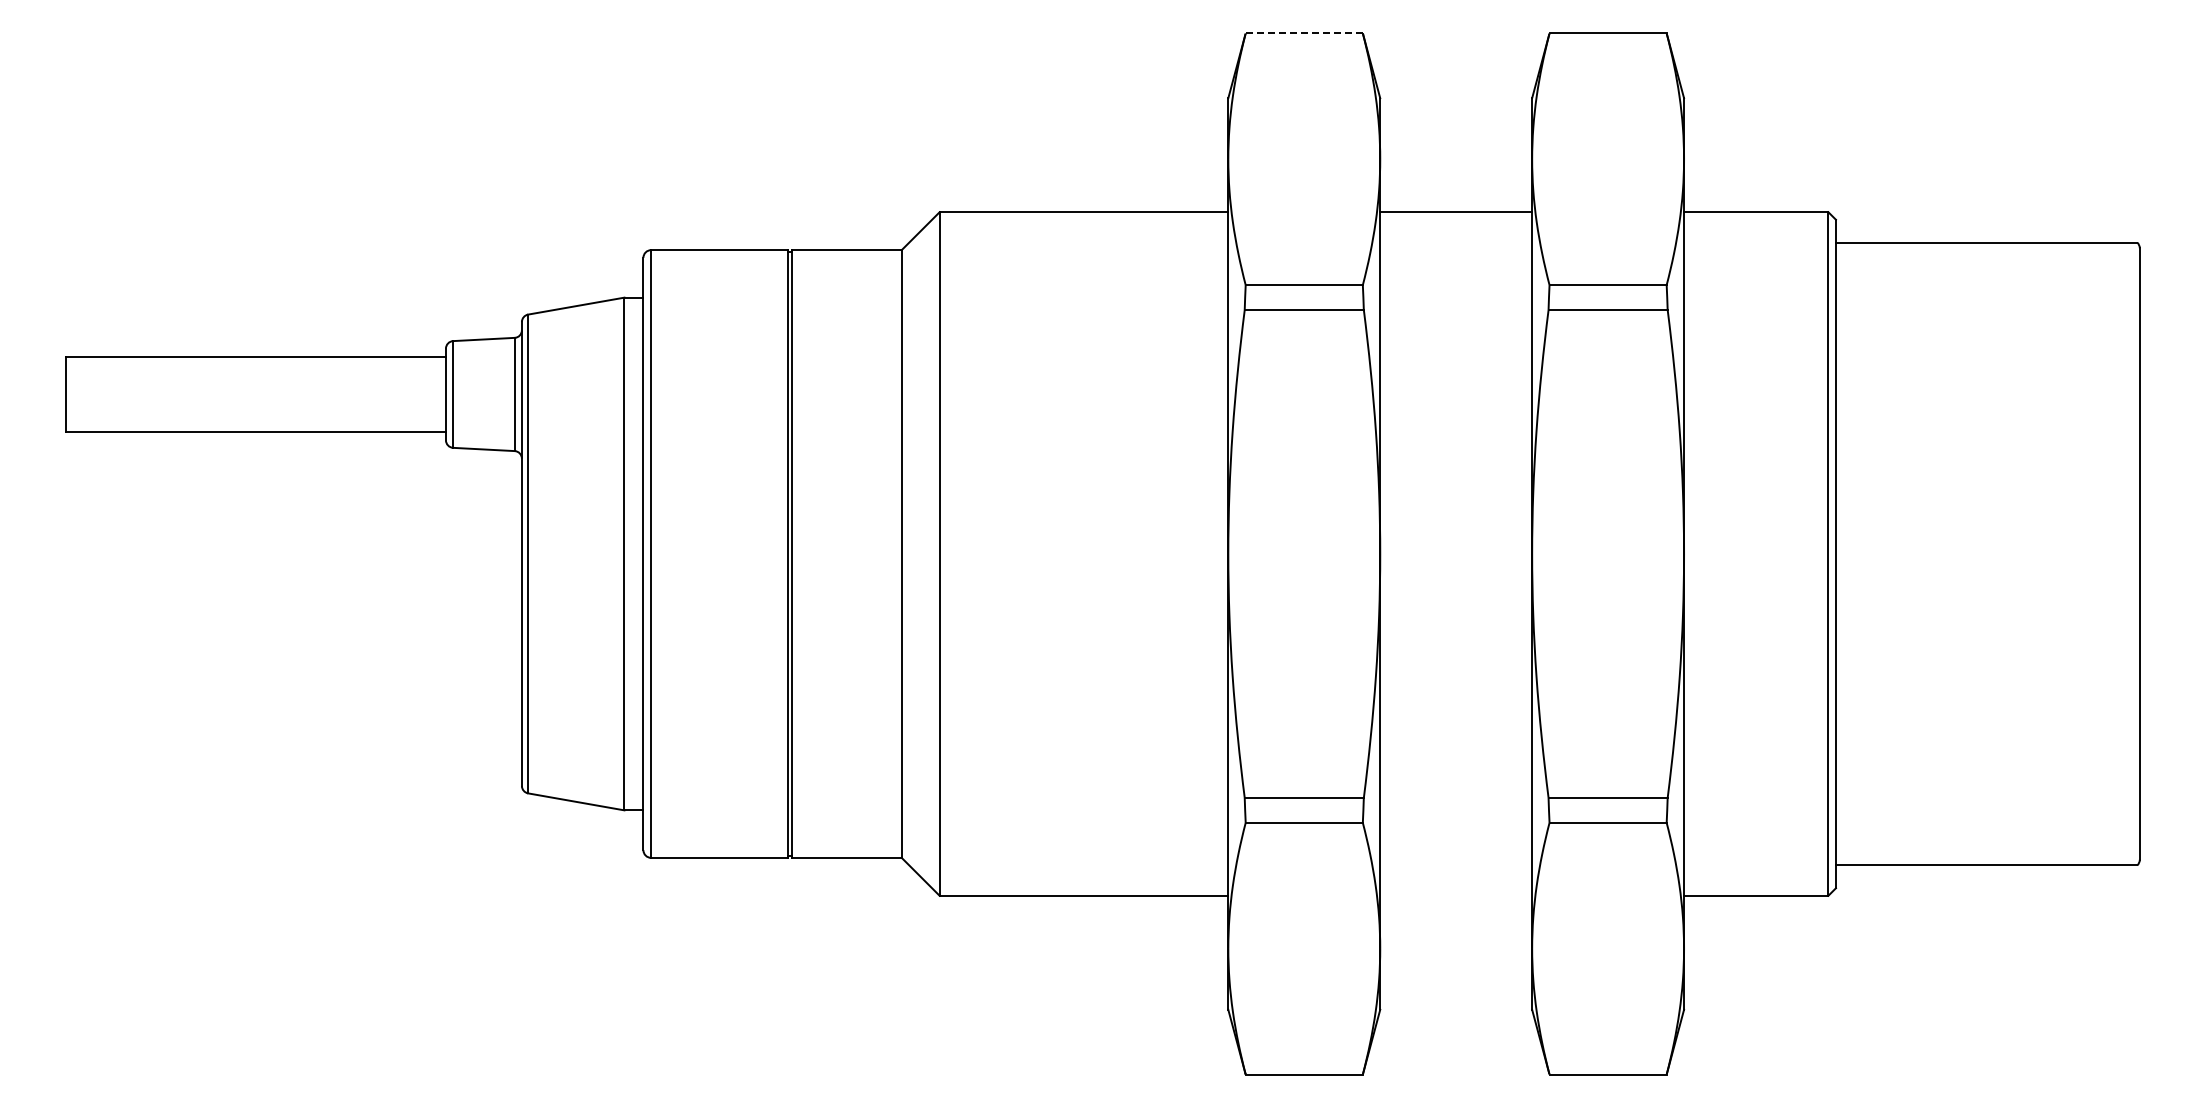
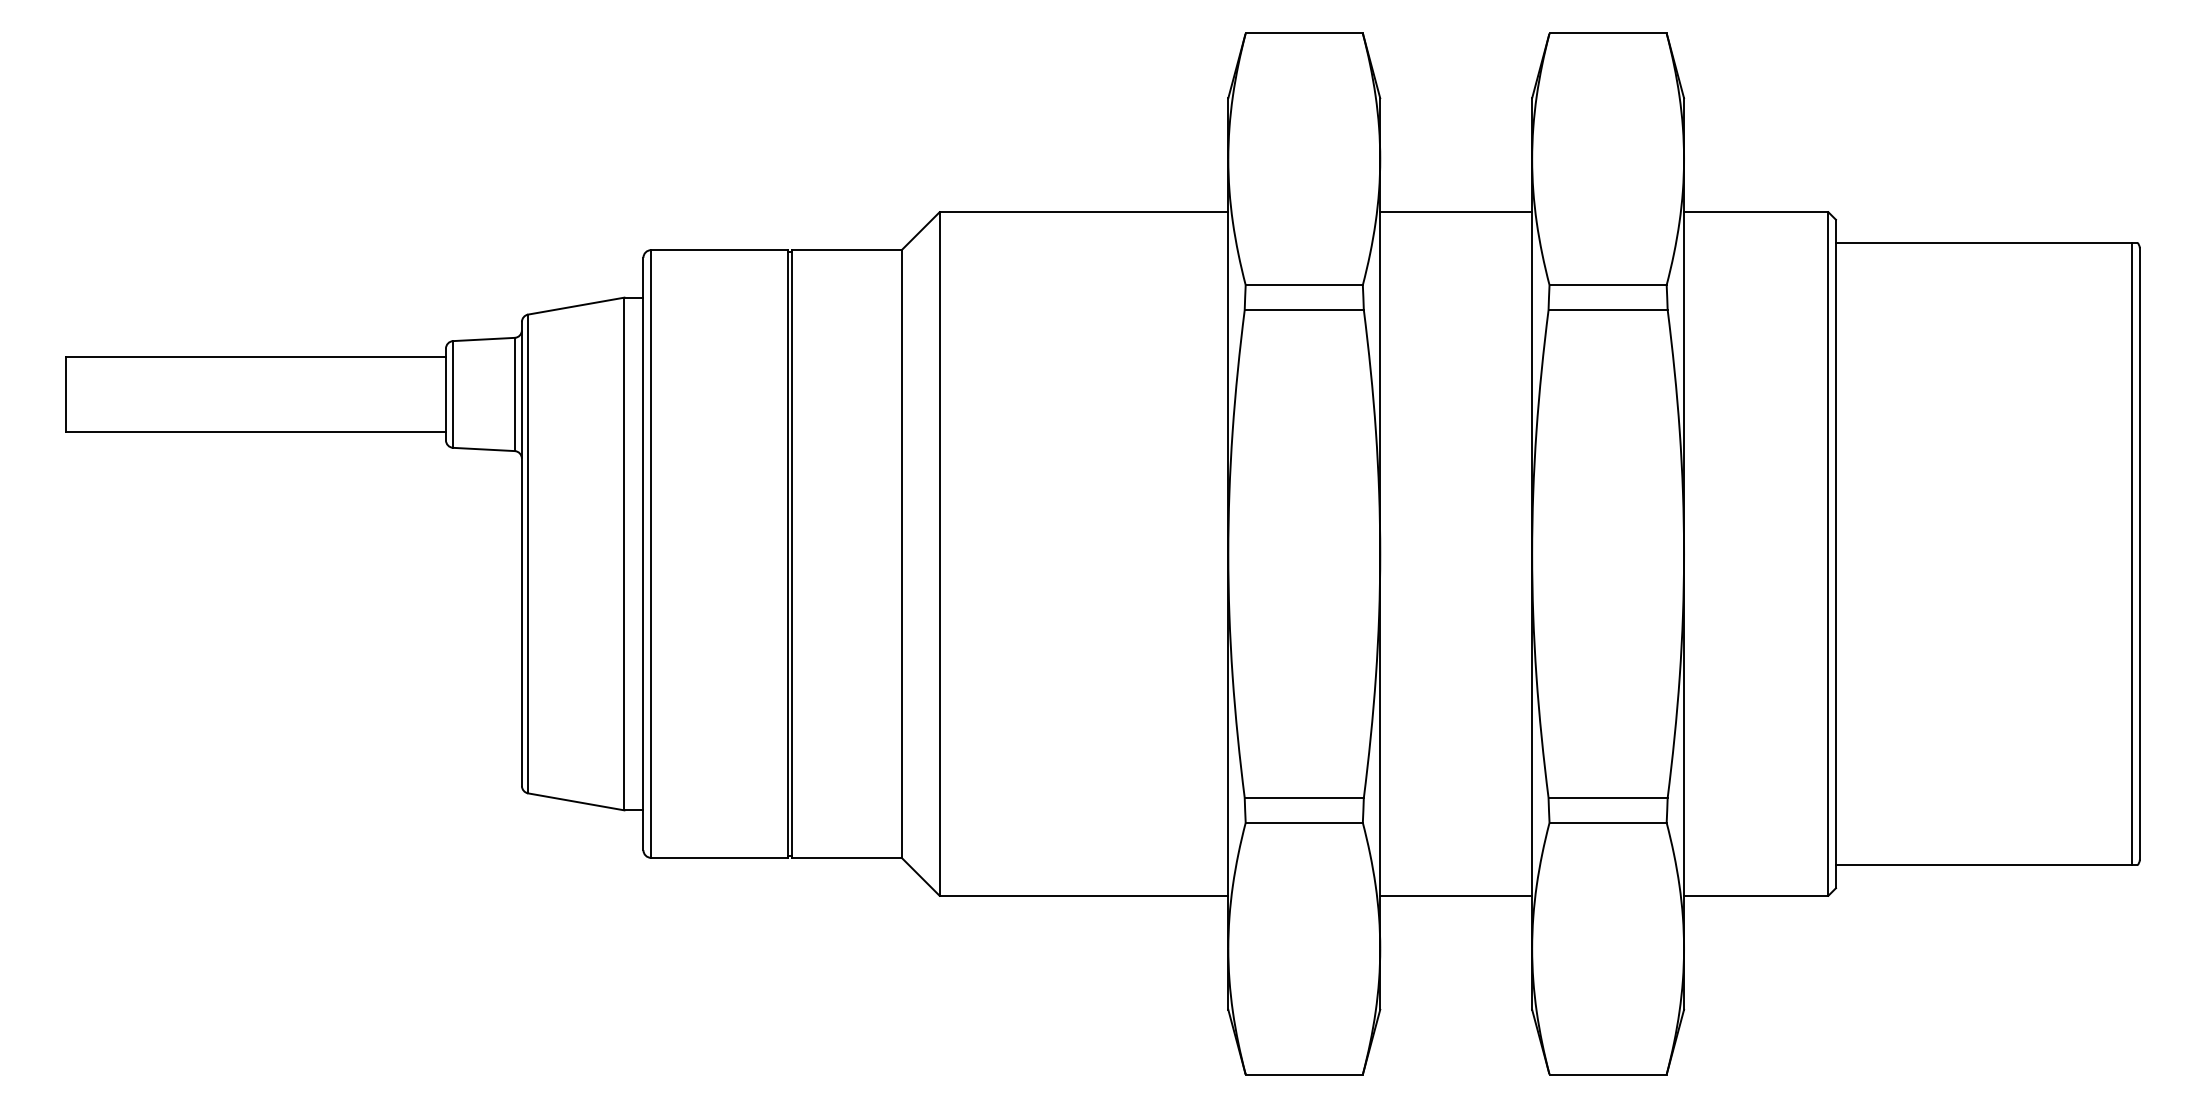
line at (1304, 33): dashed -> solid
line at (2132, 553): none -> present
line at (1456, 895): none -> present
